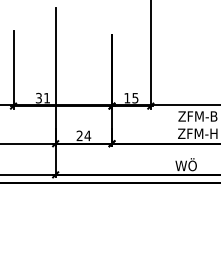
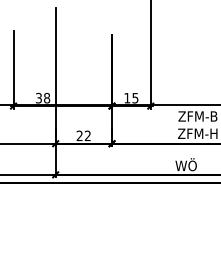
text at (47, 97): 31 -> 38
text at (87, 135): 24 -> 22
